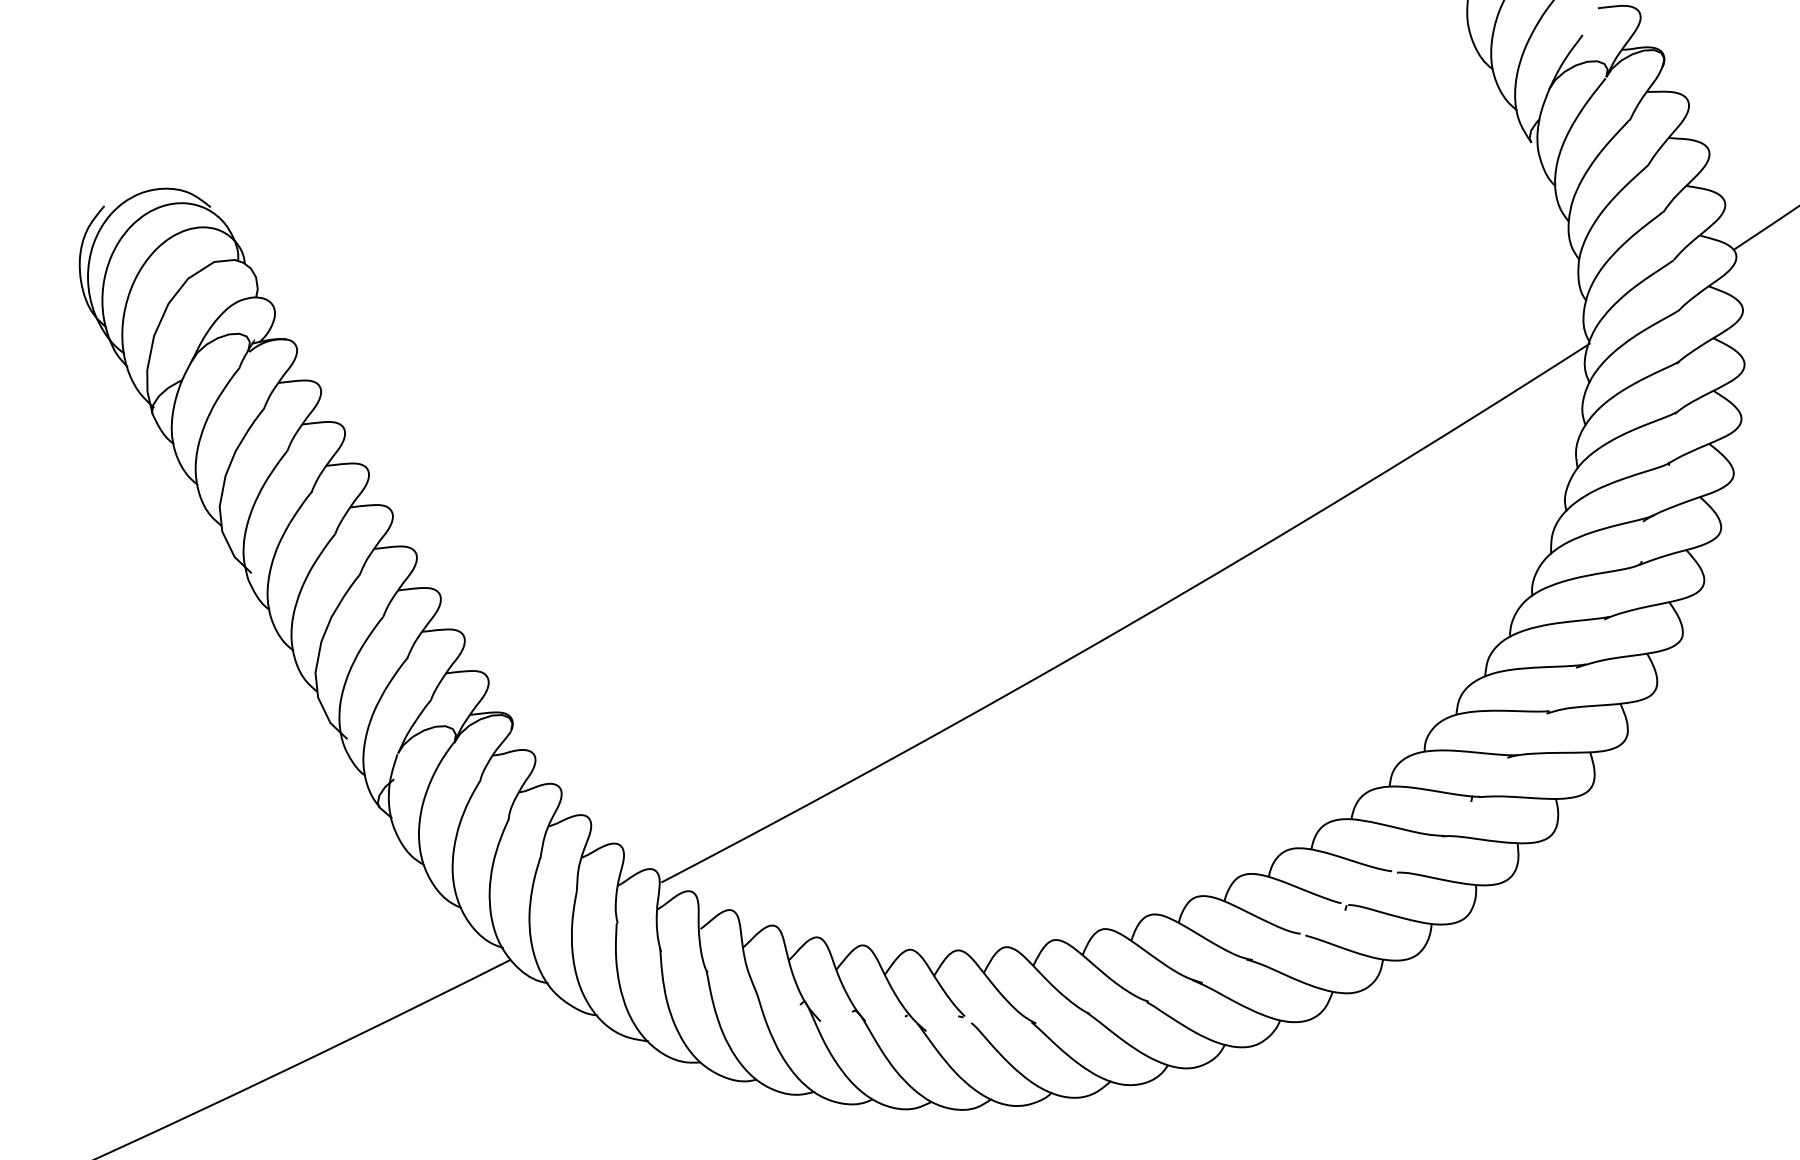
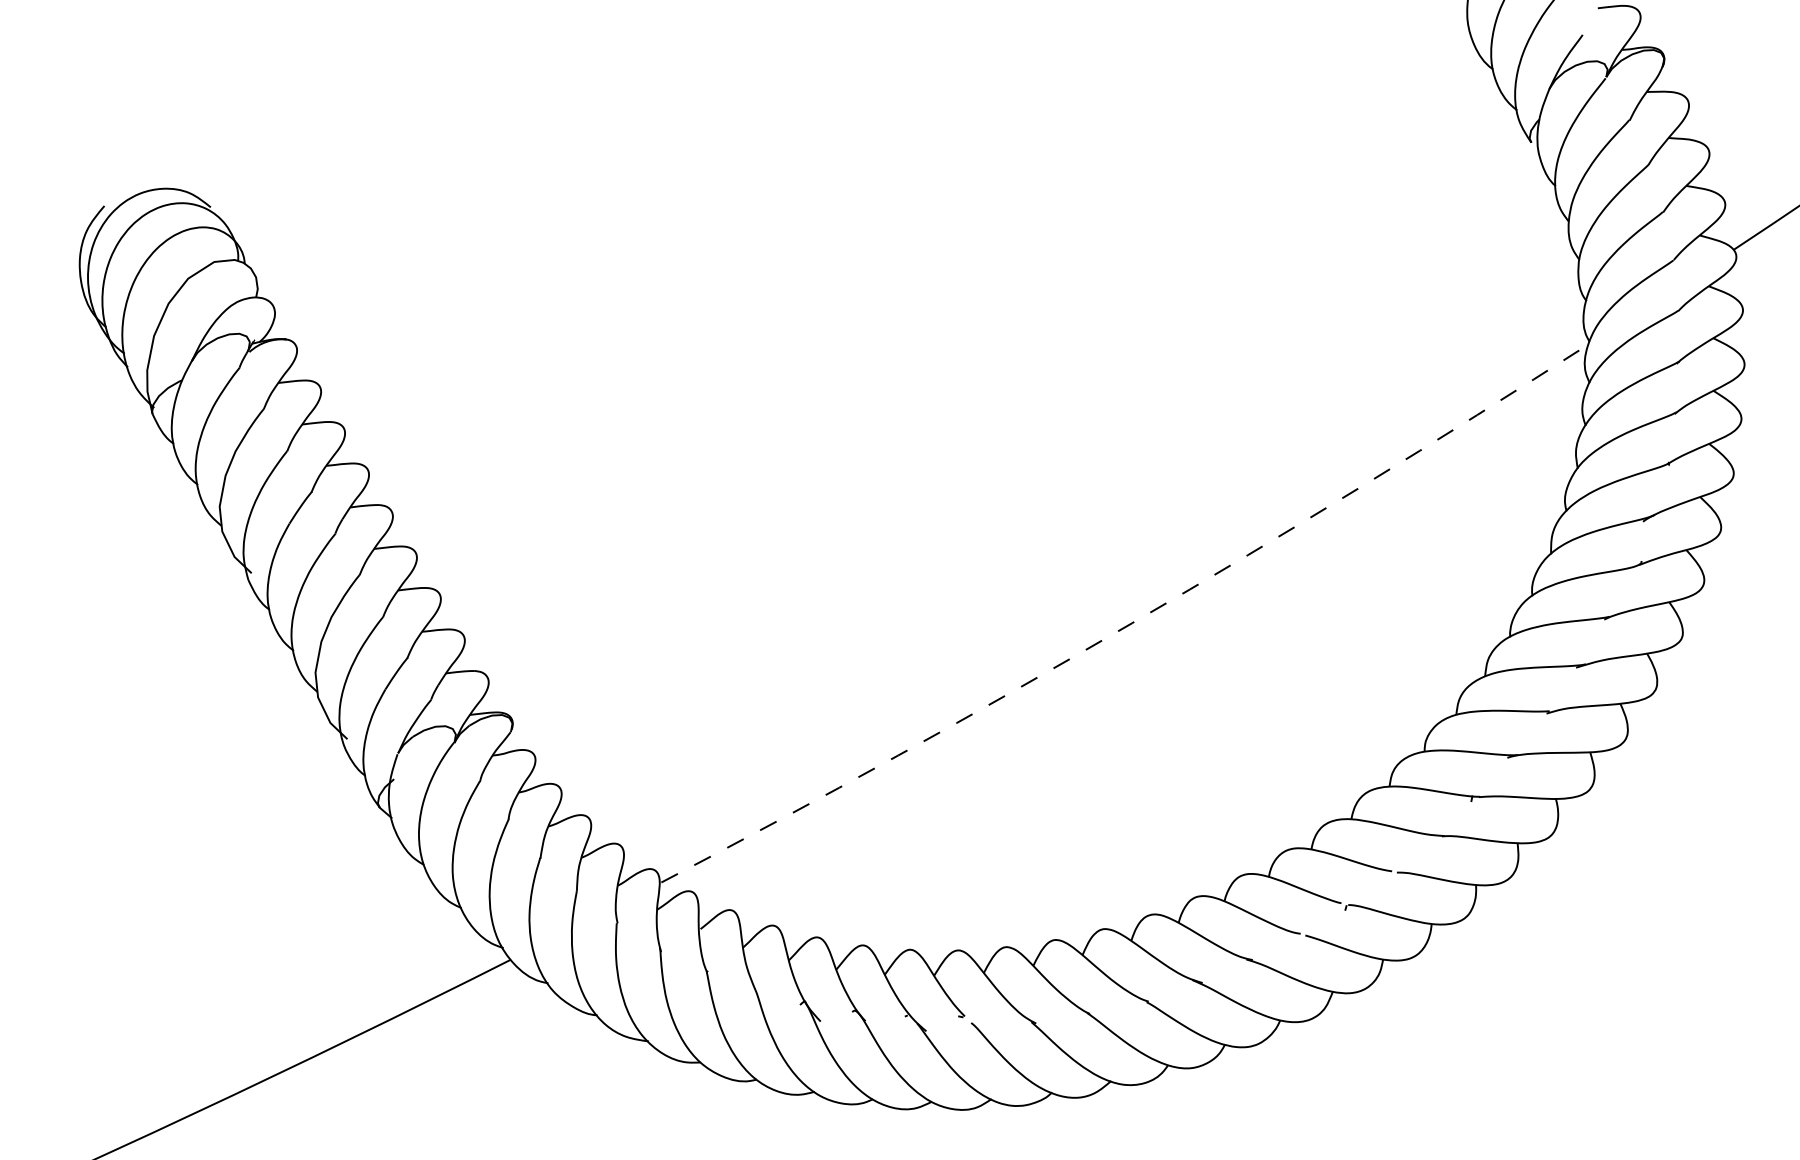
arc at (1132, 623): solid -> dashed
